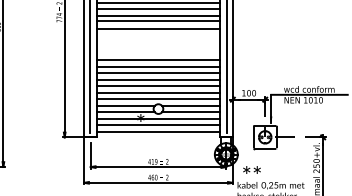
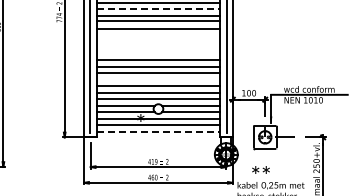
line at (158, 8): solid -> dashed
line at (158, 80): present -> none
line at (158, 132): solid -> dashed
text at (251, 169) position: (251, 169) -> (260, 169)
